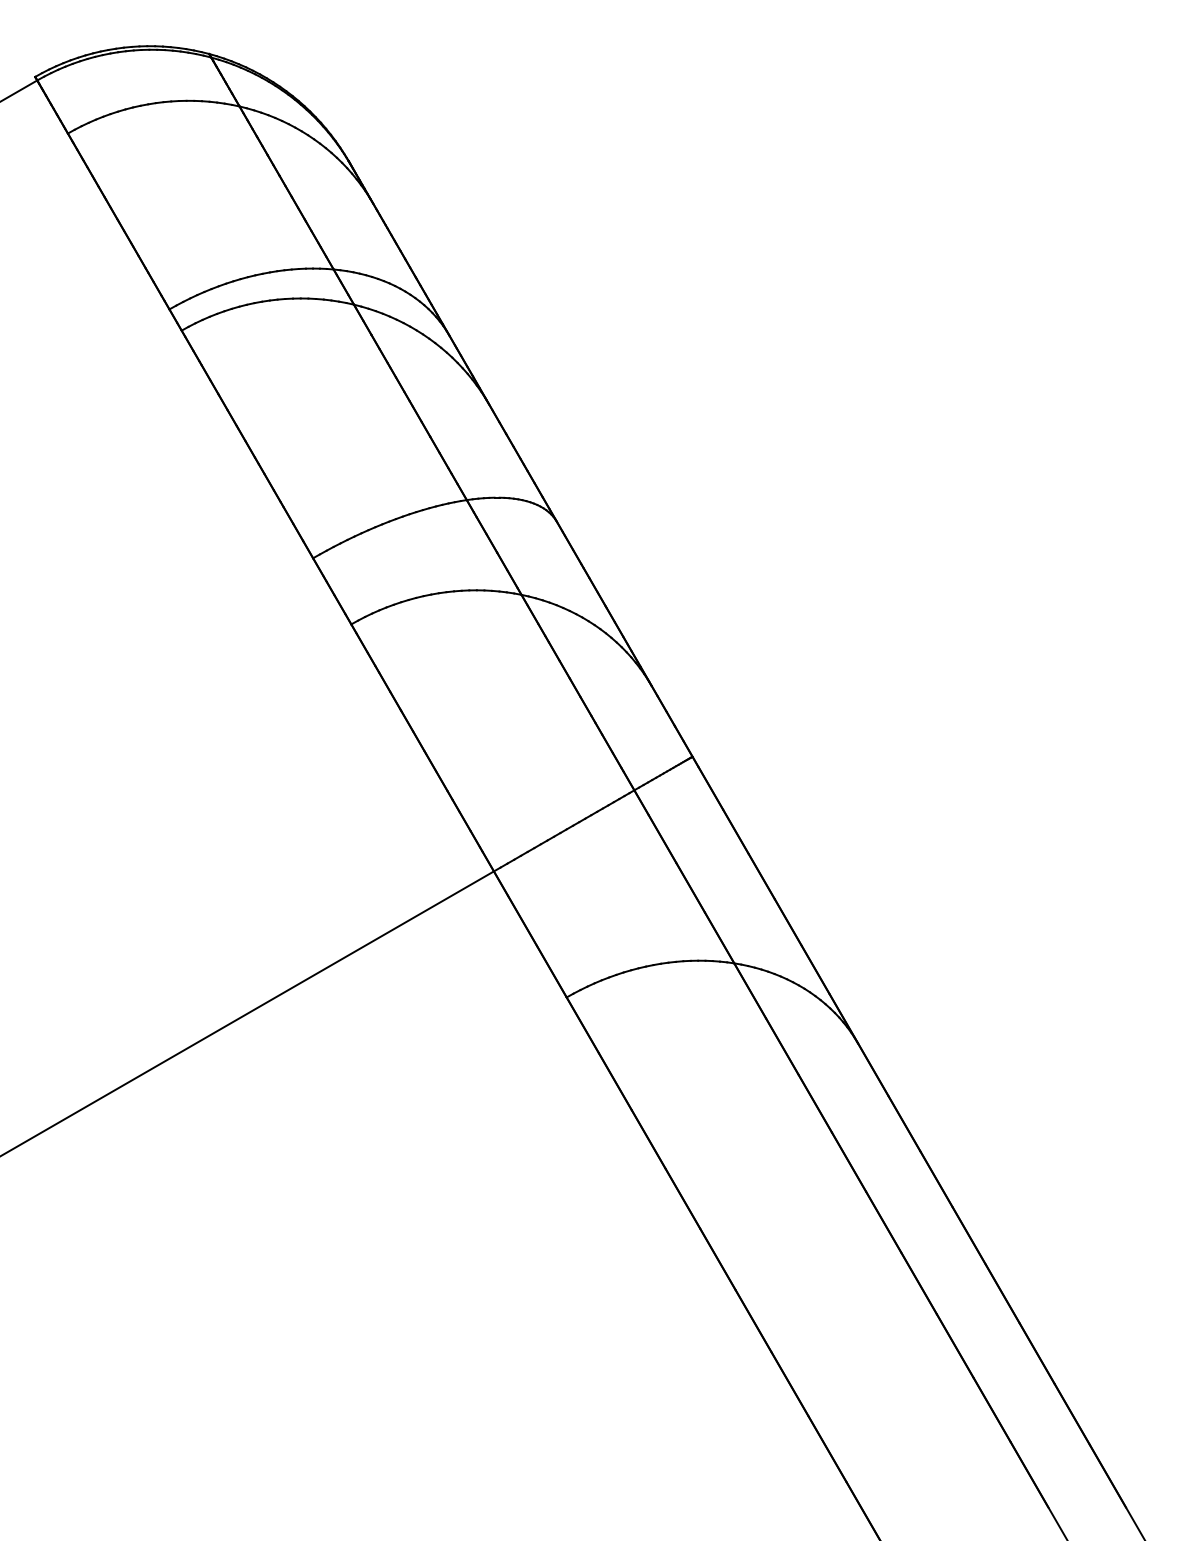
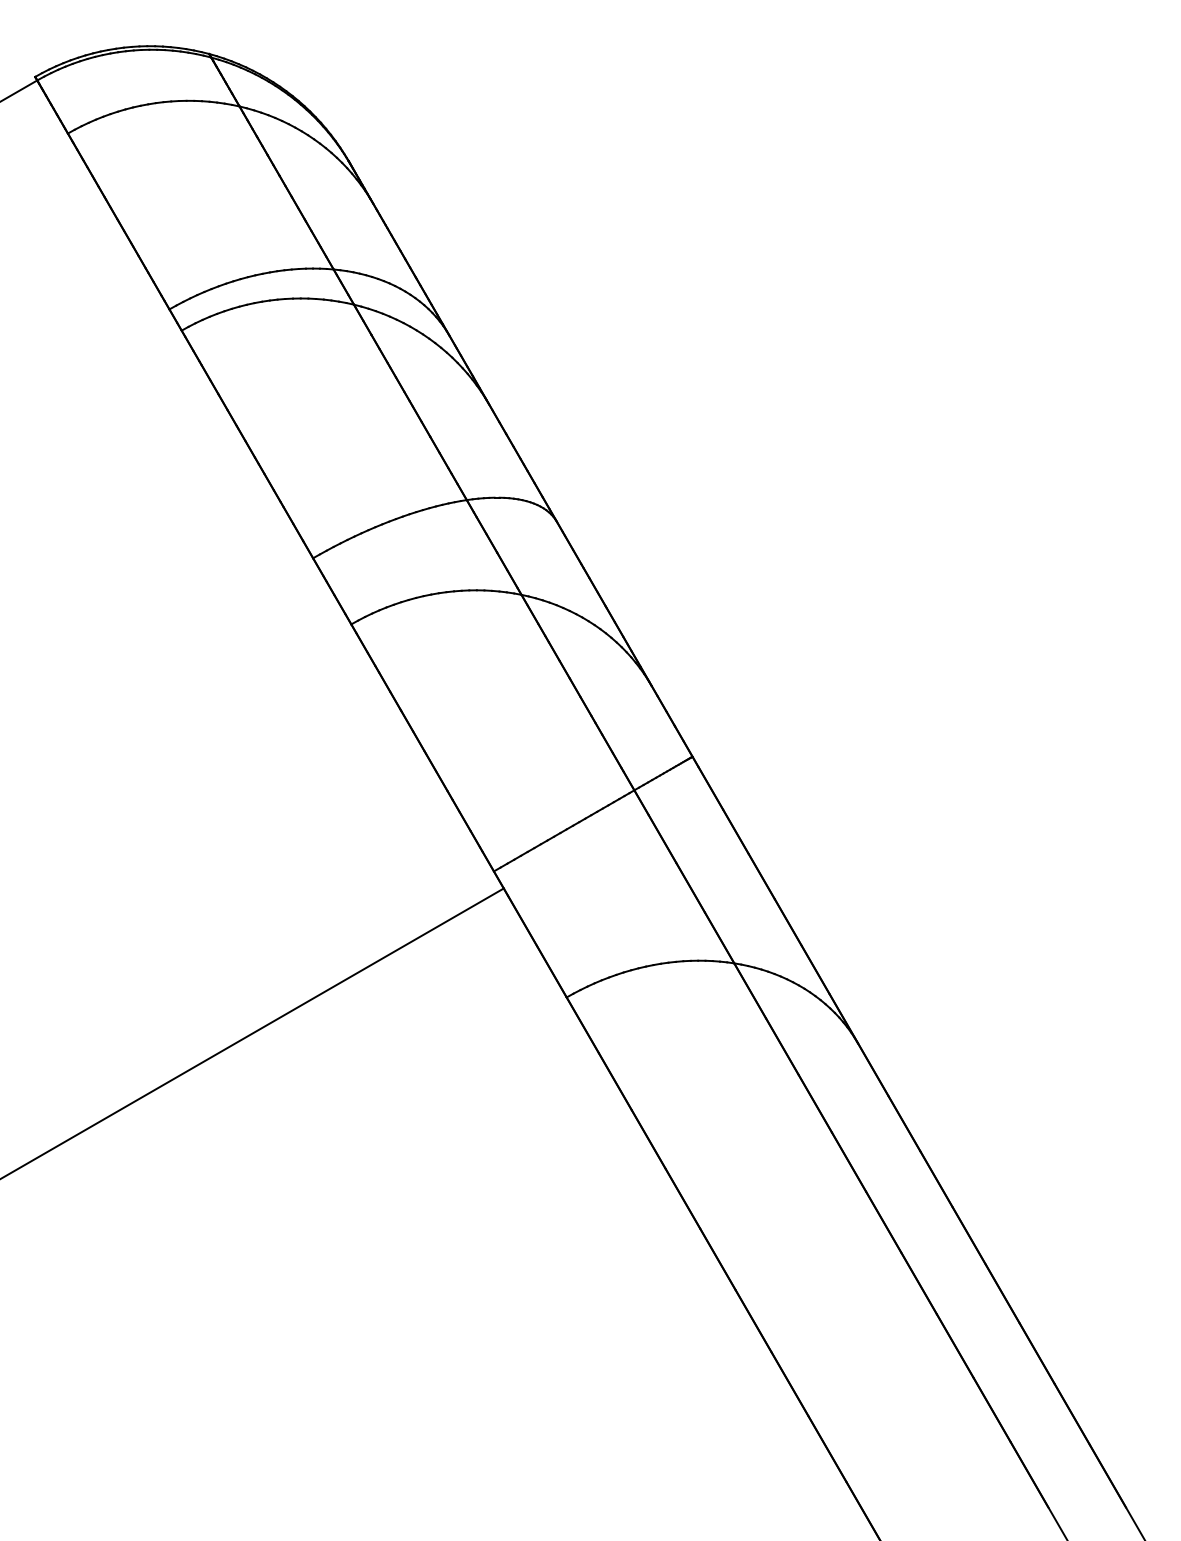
line at (247, 1013) position: (247, 1013) -> (252, 1032)
